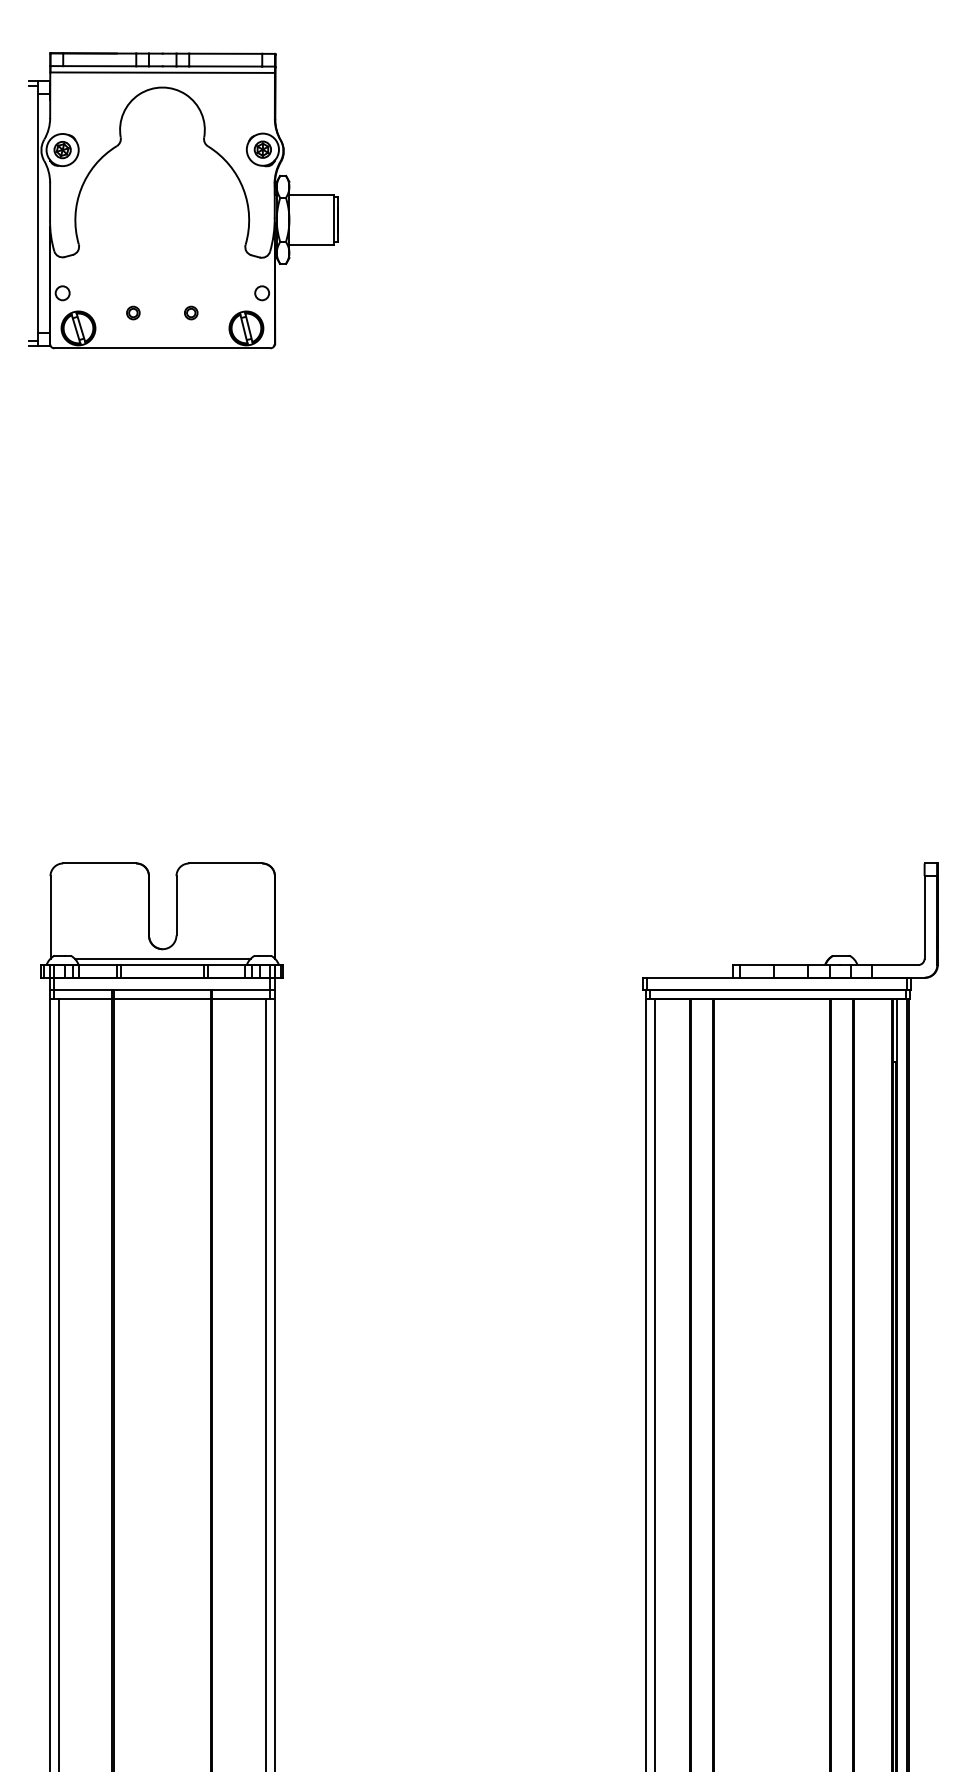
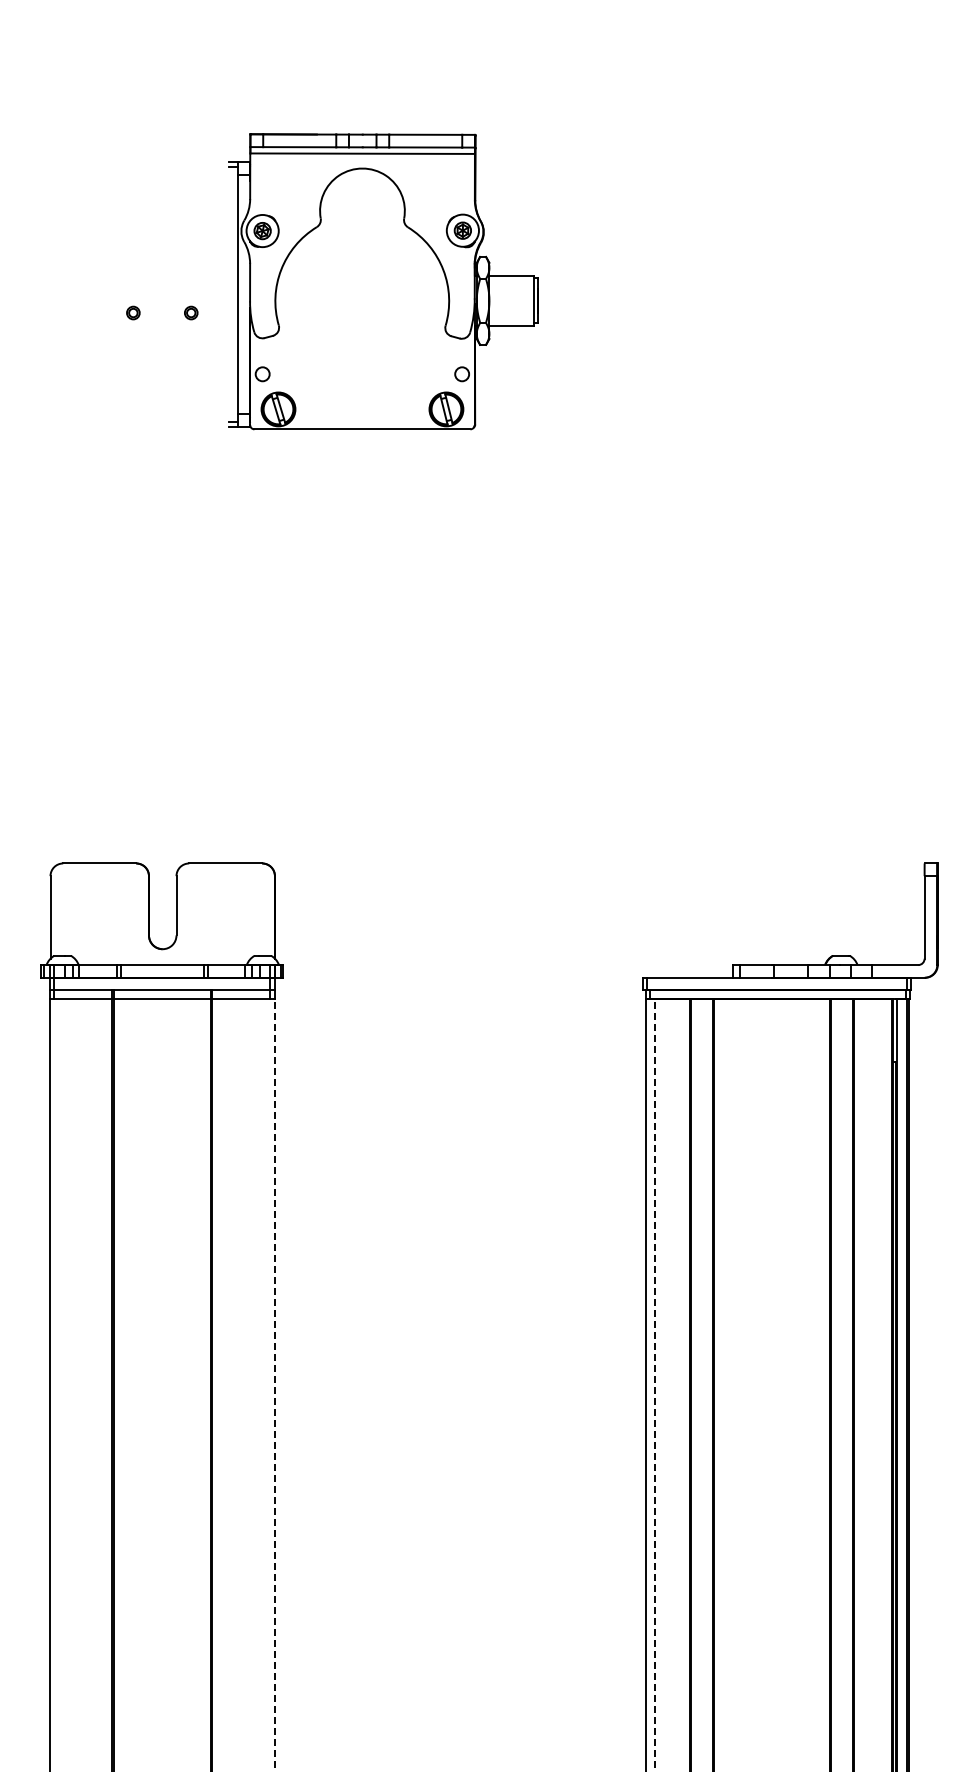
part at (183, 200) position: (183, 200) -> (383, 281)
line at (162, 958): present -> none
line at (58, 1383): present -> none
line at (266, 1383): present -> none
line at (274, 1384): solid -> dashed
line at (654, 1384): solid -> dashed
